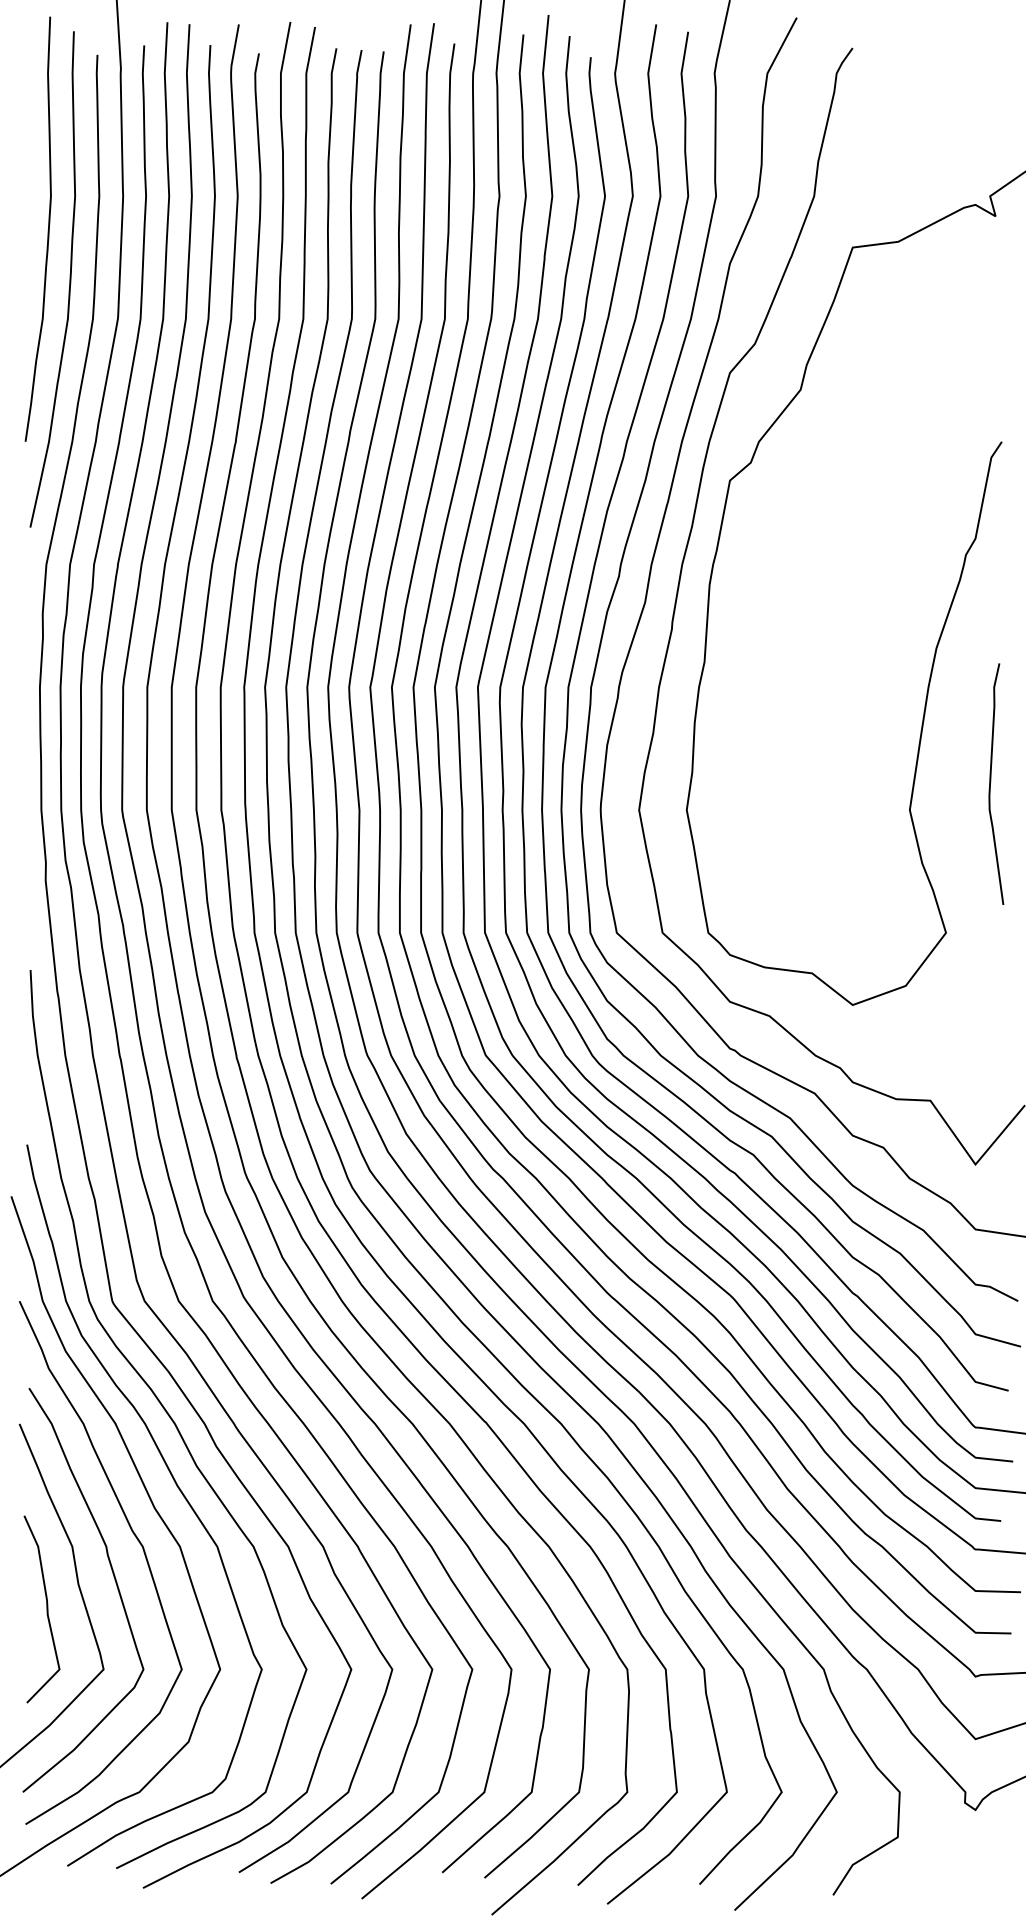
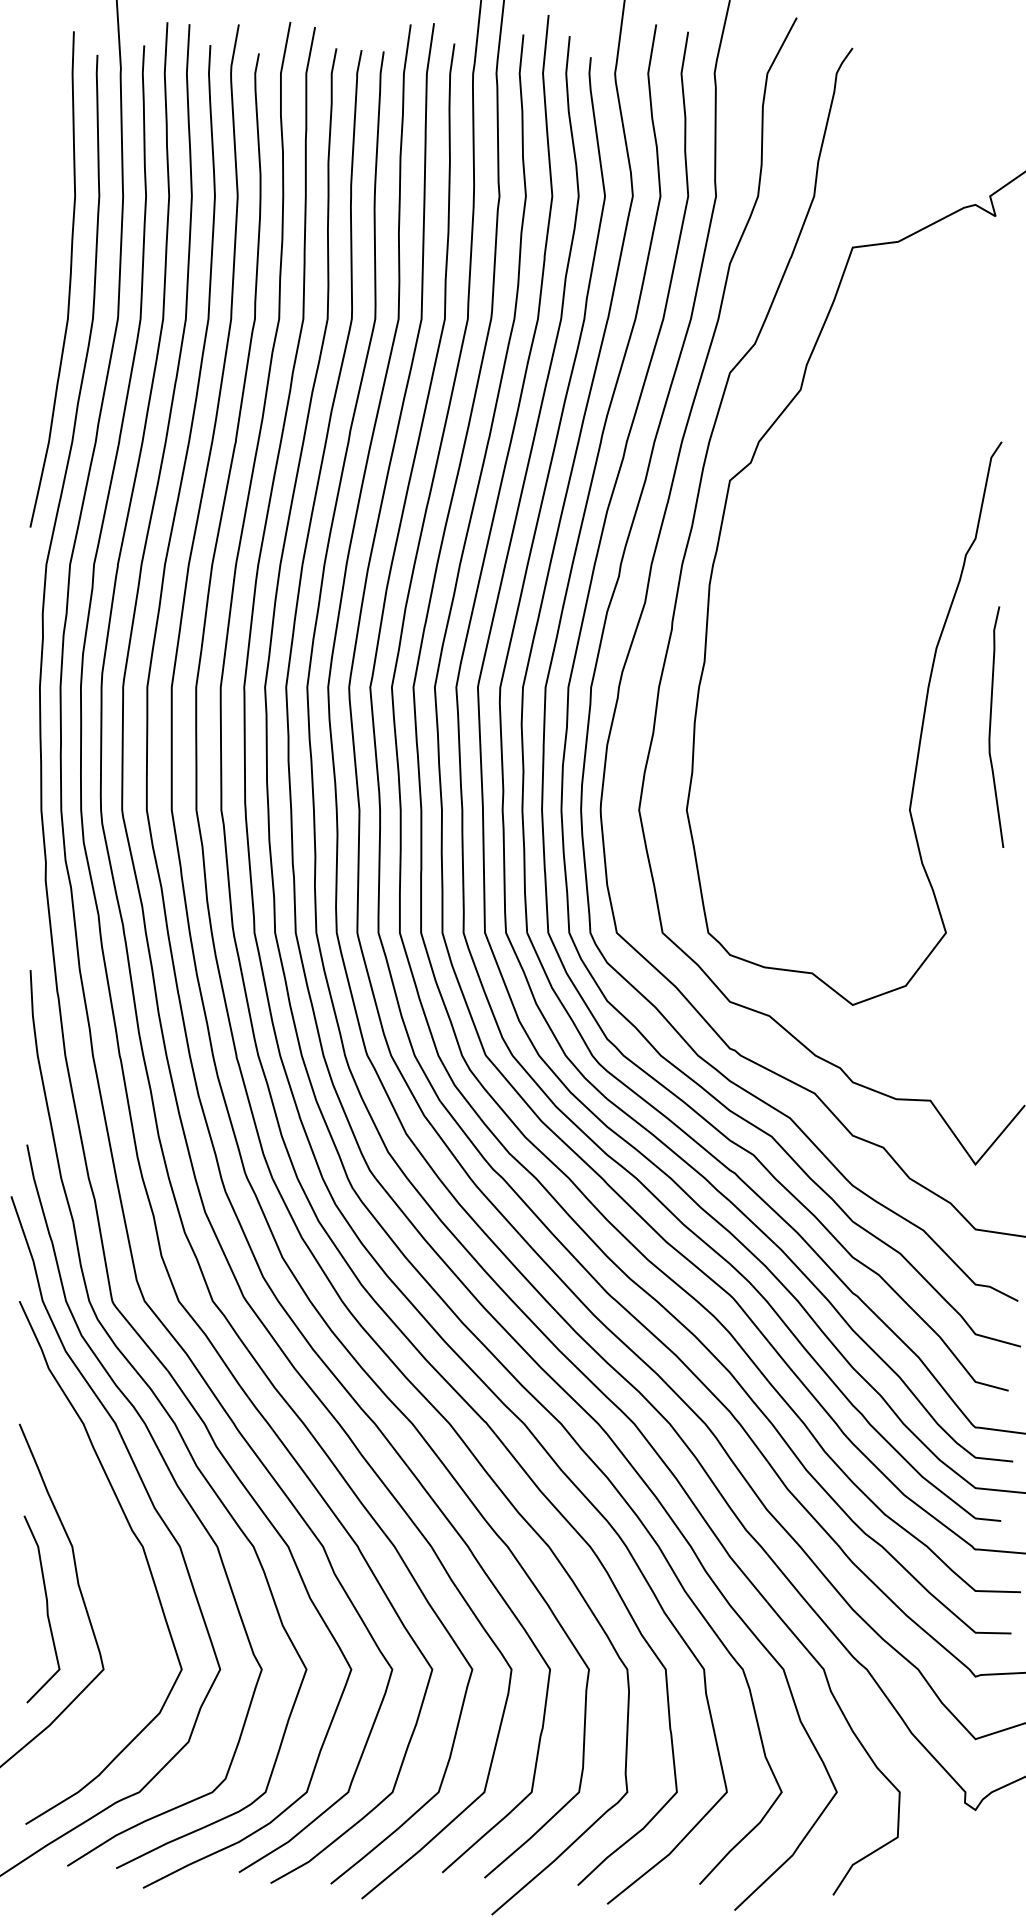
curve at (47, 230): present -> none
curve at (991, 782) position: (991, 782) -> (991, 725)
curve at (114, 1580): present -> none
